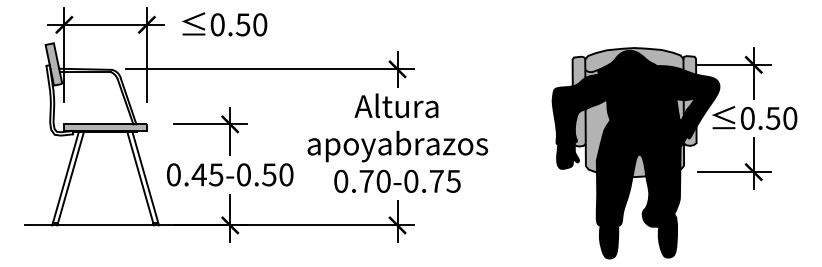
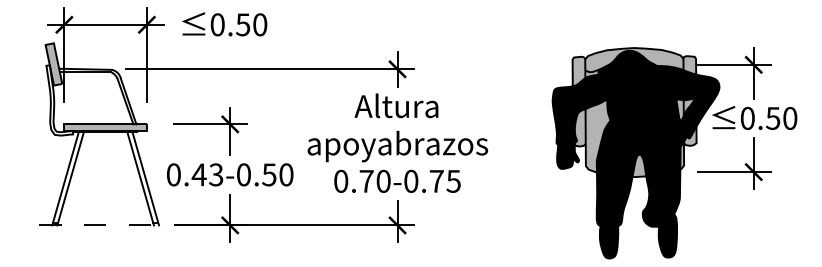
text at (216, 174): 0.45-0.50 -> 0.43-0.50
line at (110, 225): solid -> dashed
